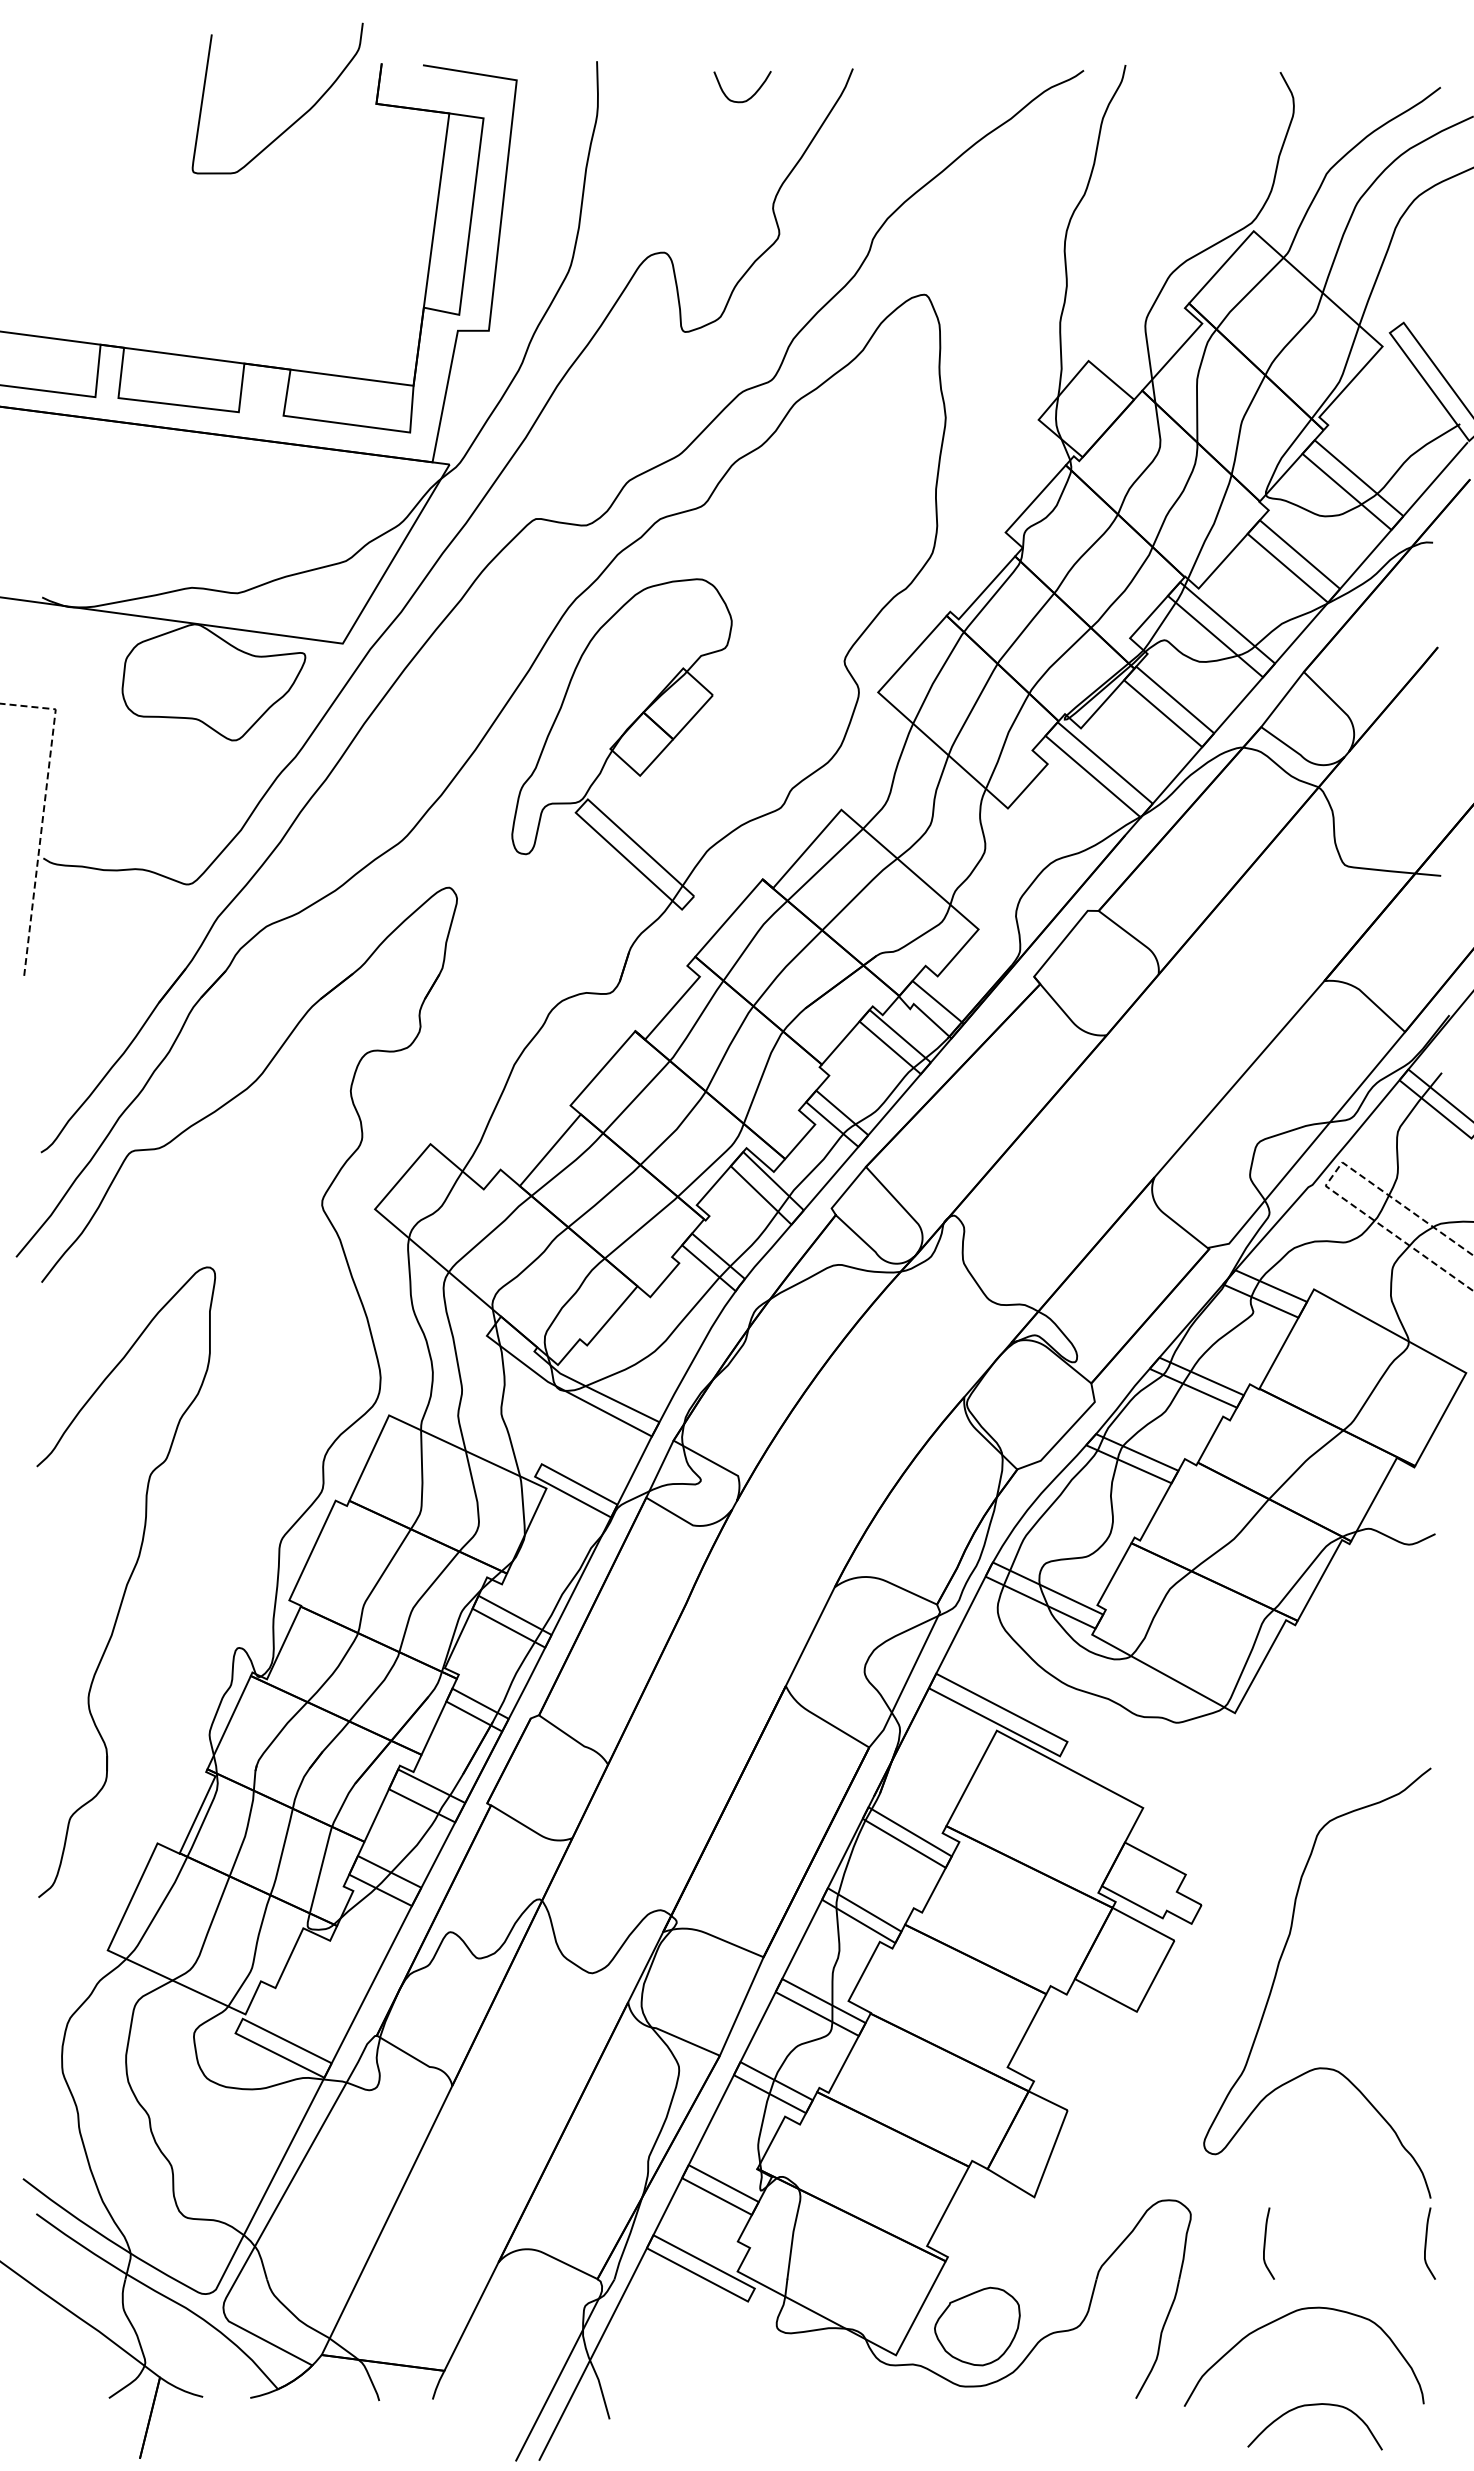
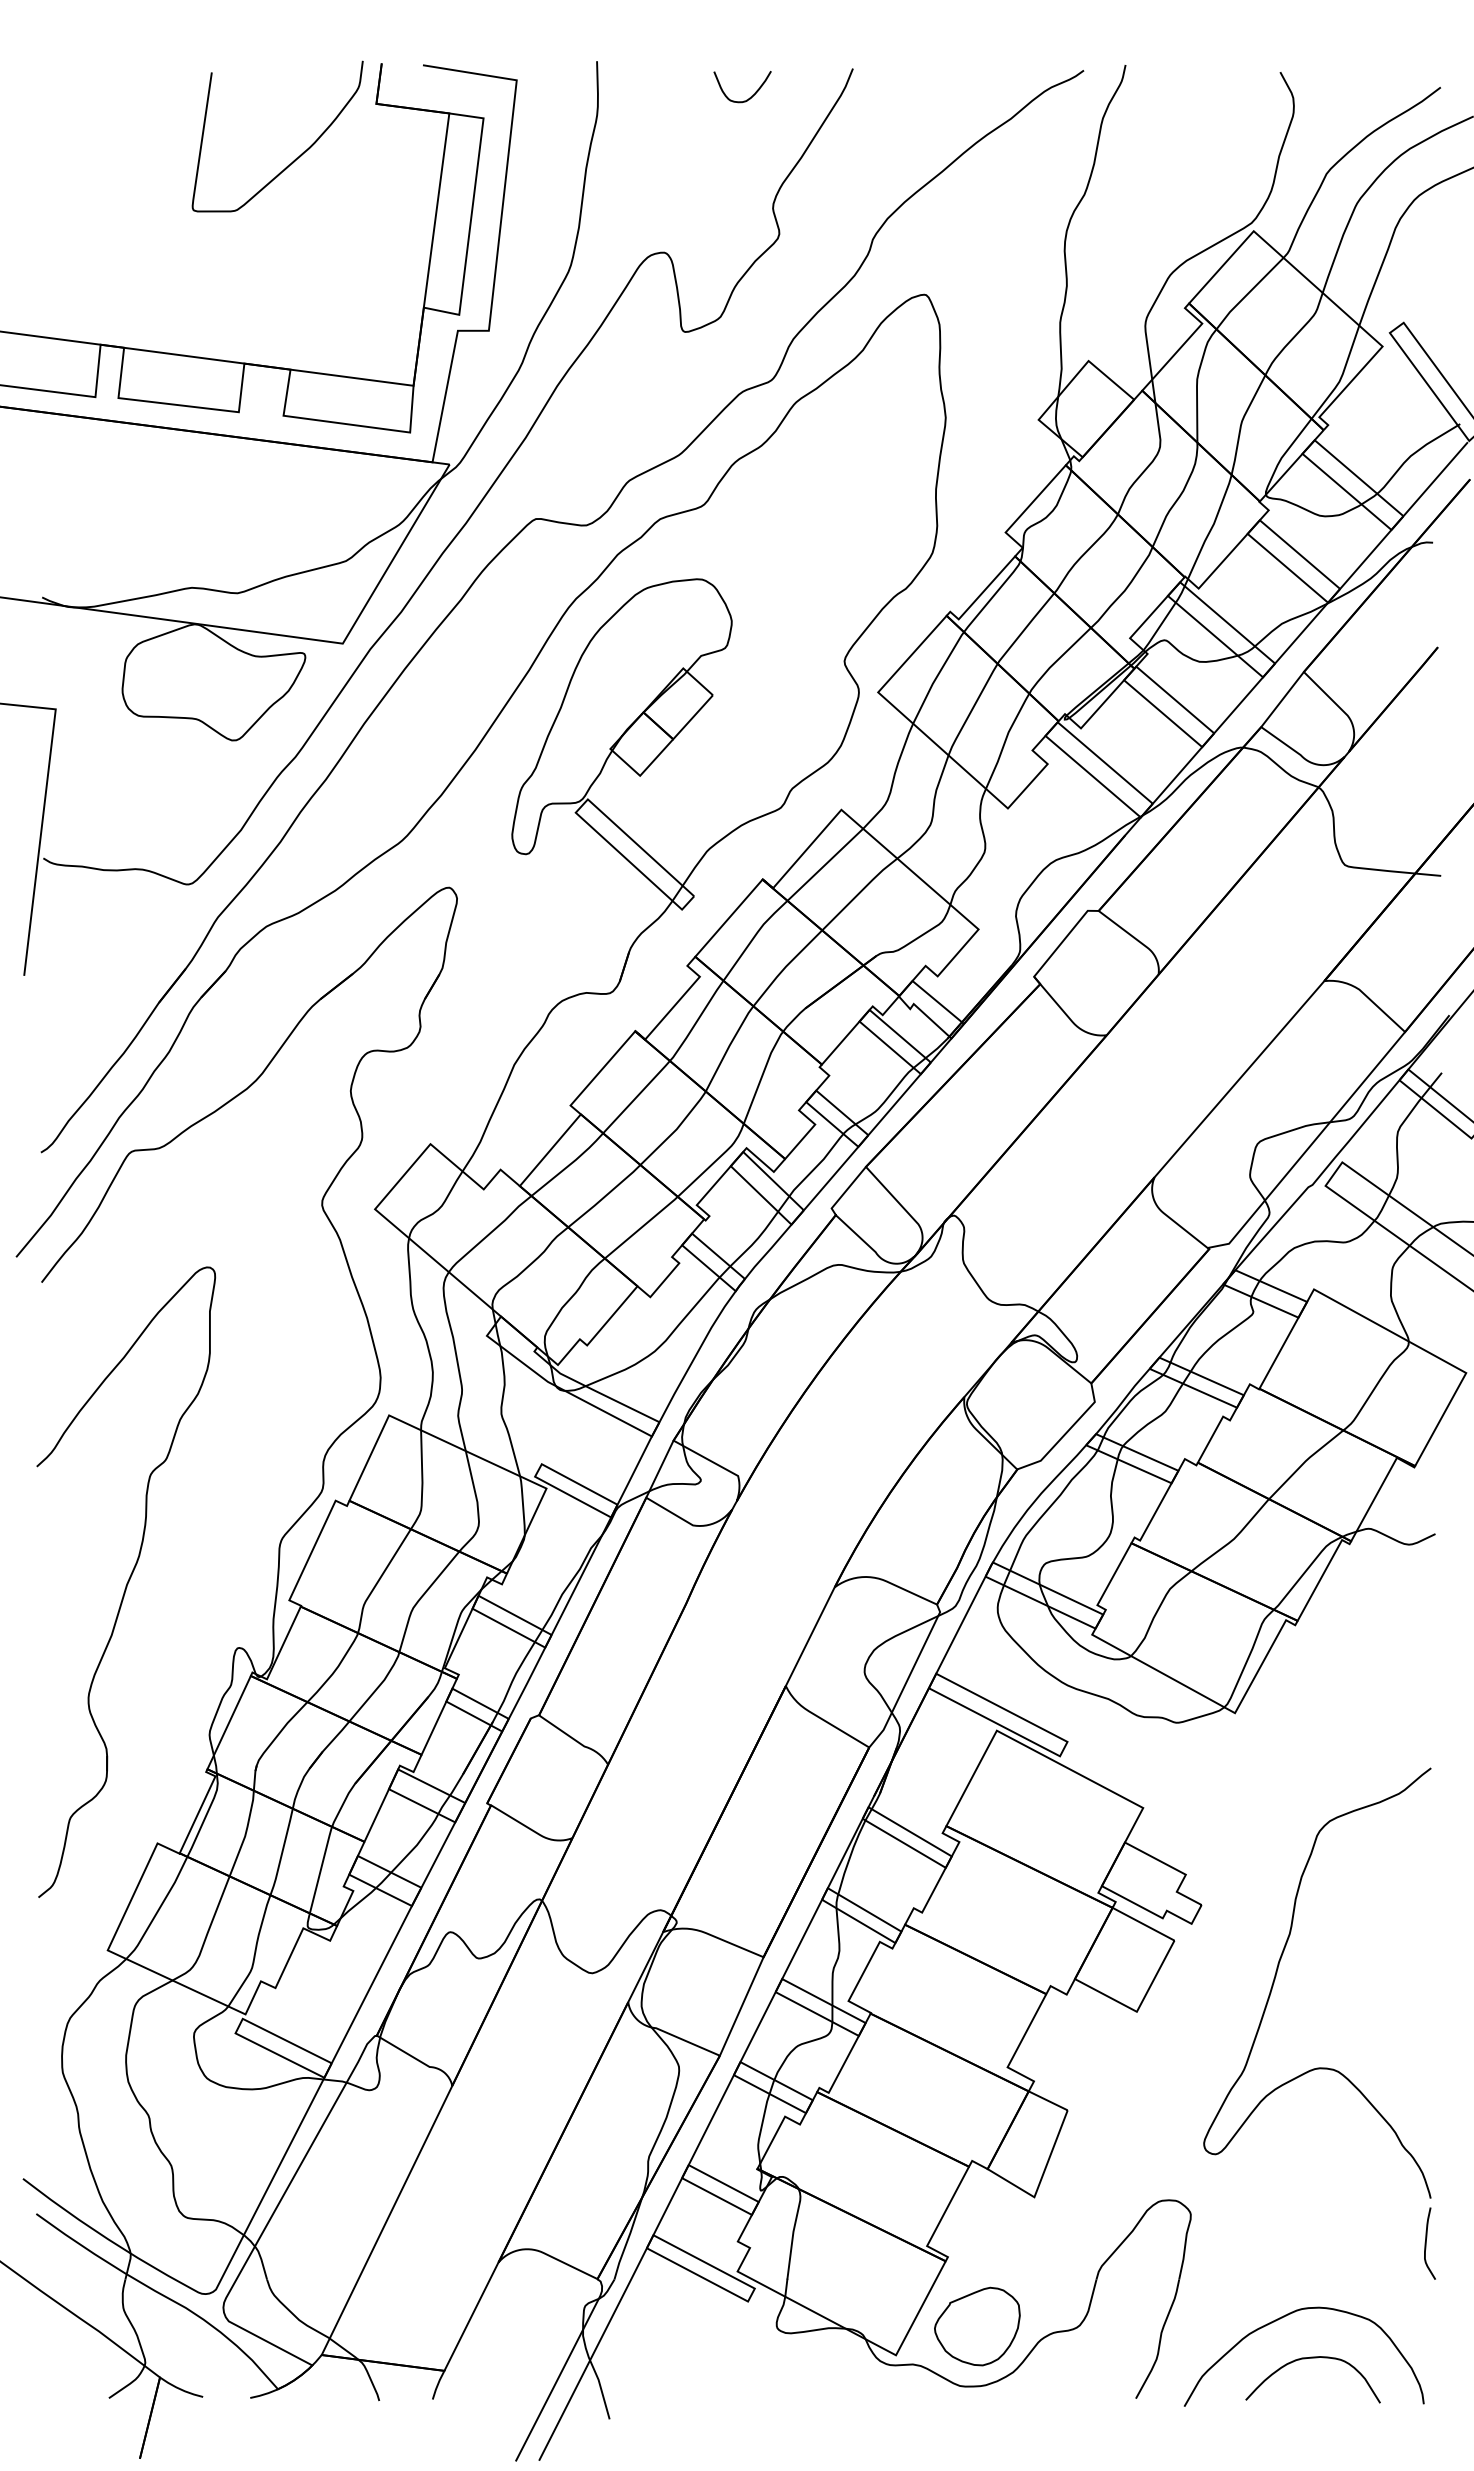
curve at (295, 120) position: (295, 120) -> (295, 158)
line at (43, 814): dashed -> solid
line at (1327, 1182): dashed -> solid
curve at (1265, 2243): present -> none
curve at (1314, 2405) position: (1314, 2405) -> (1312, 2358)
